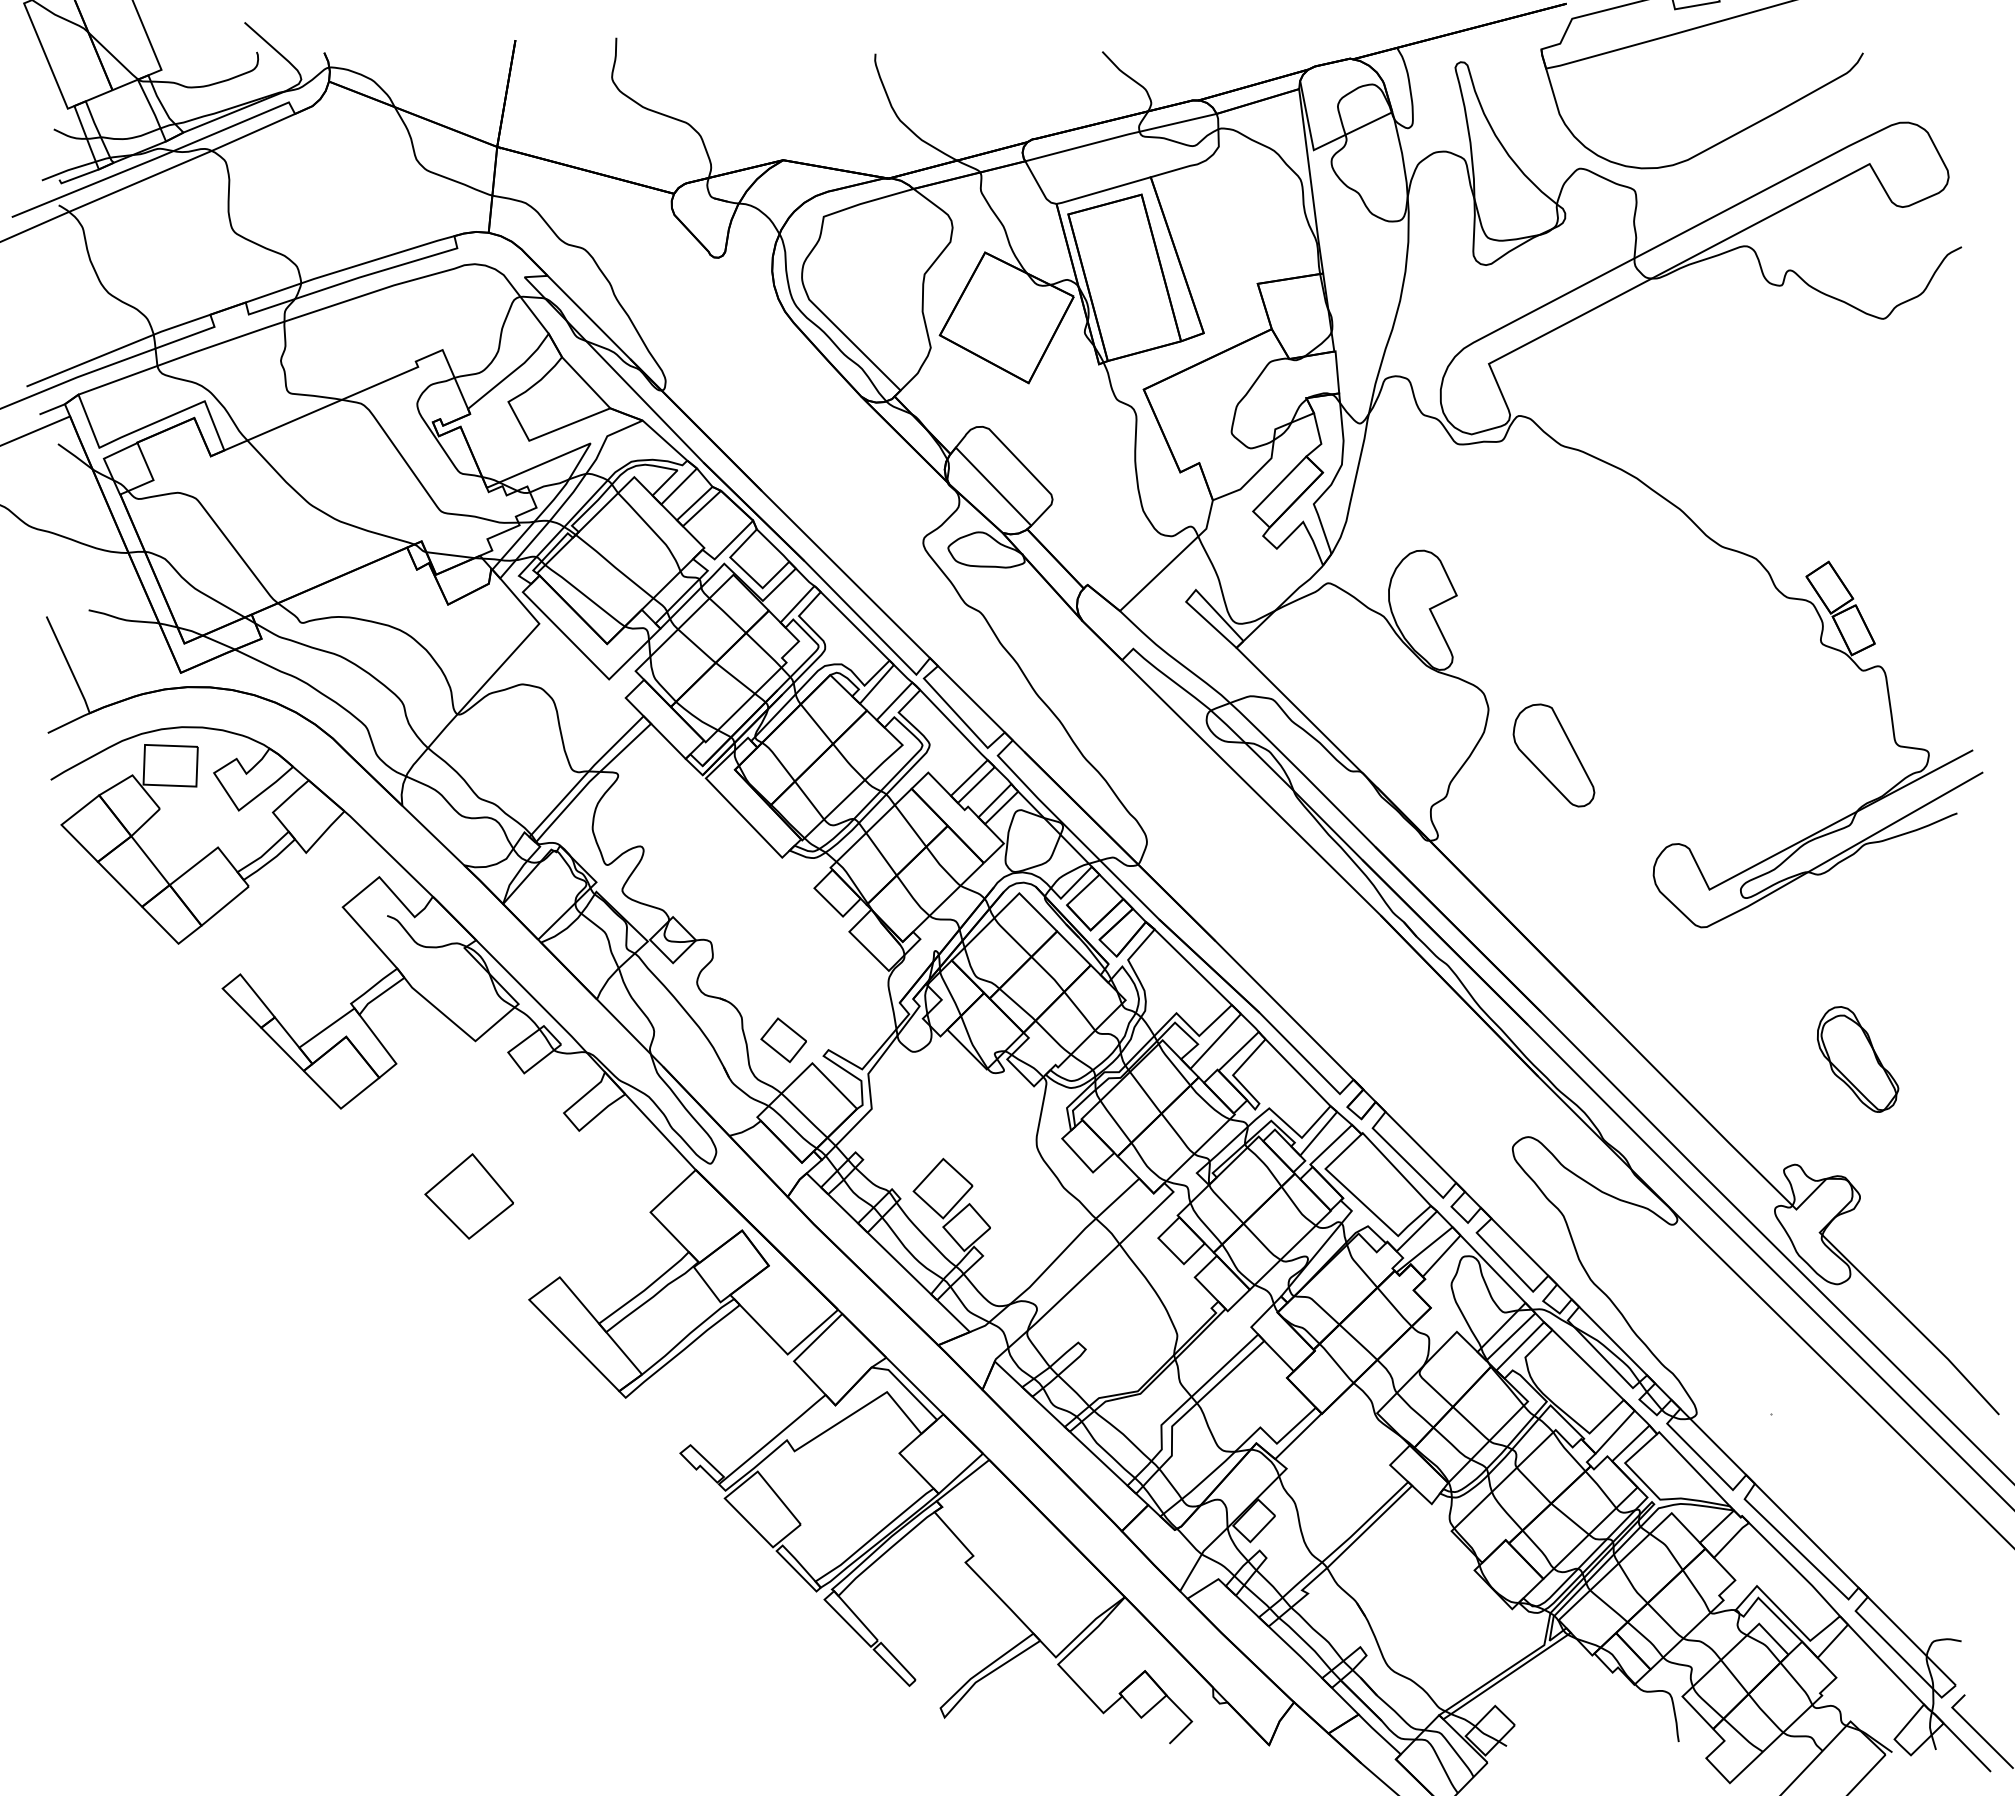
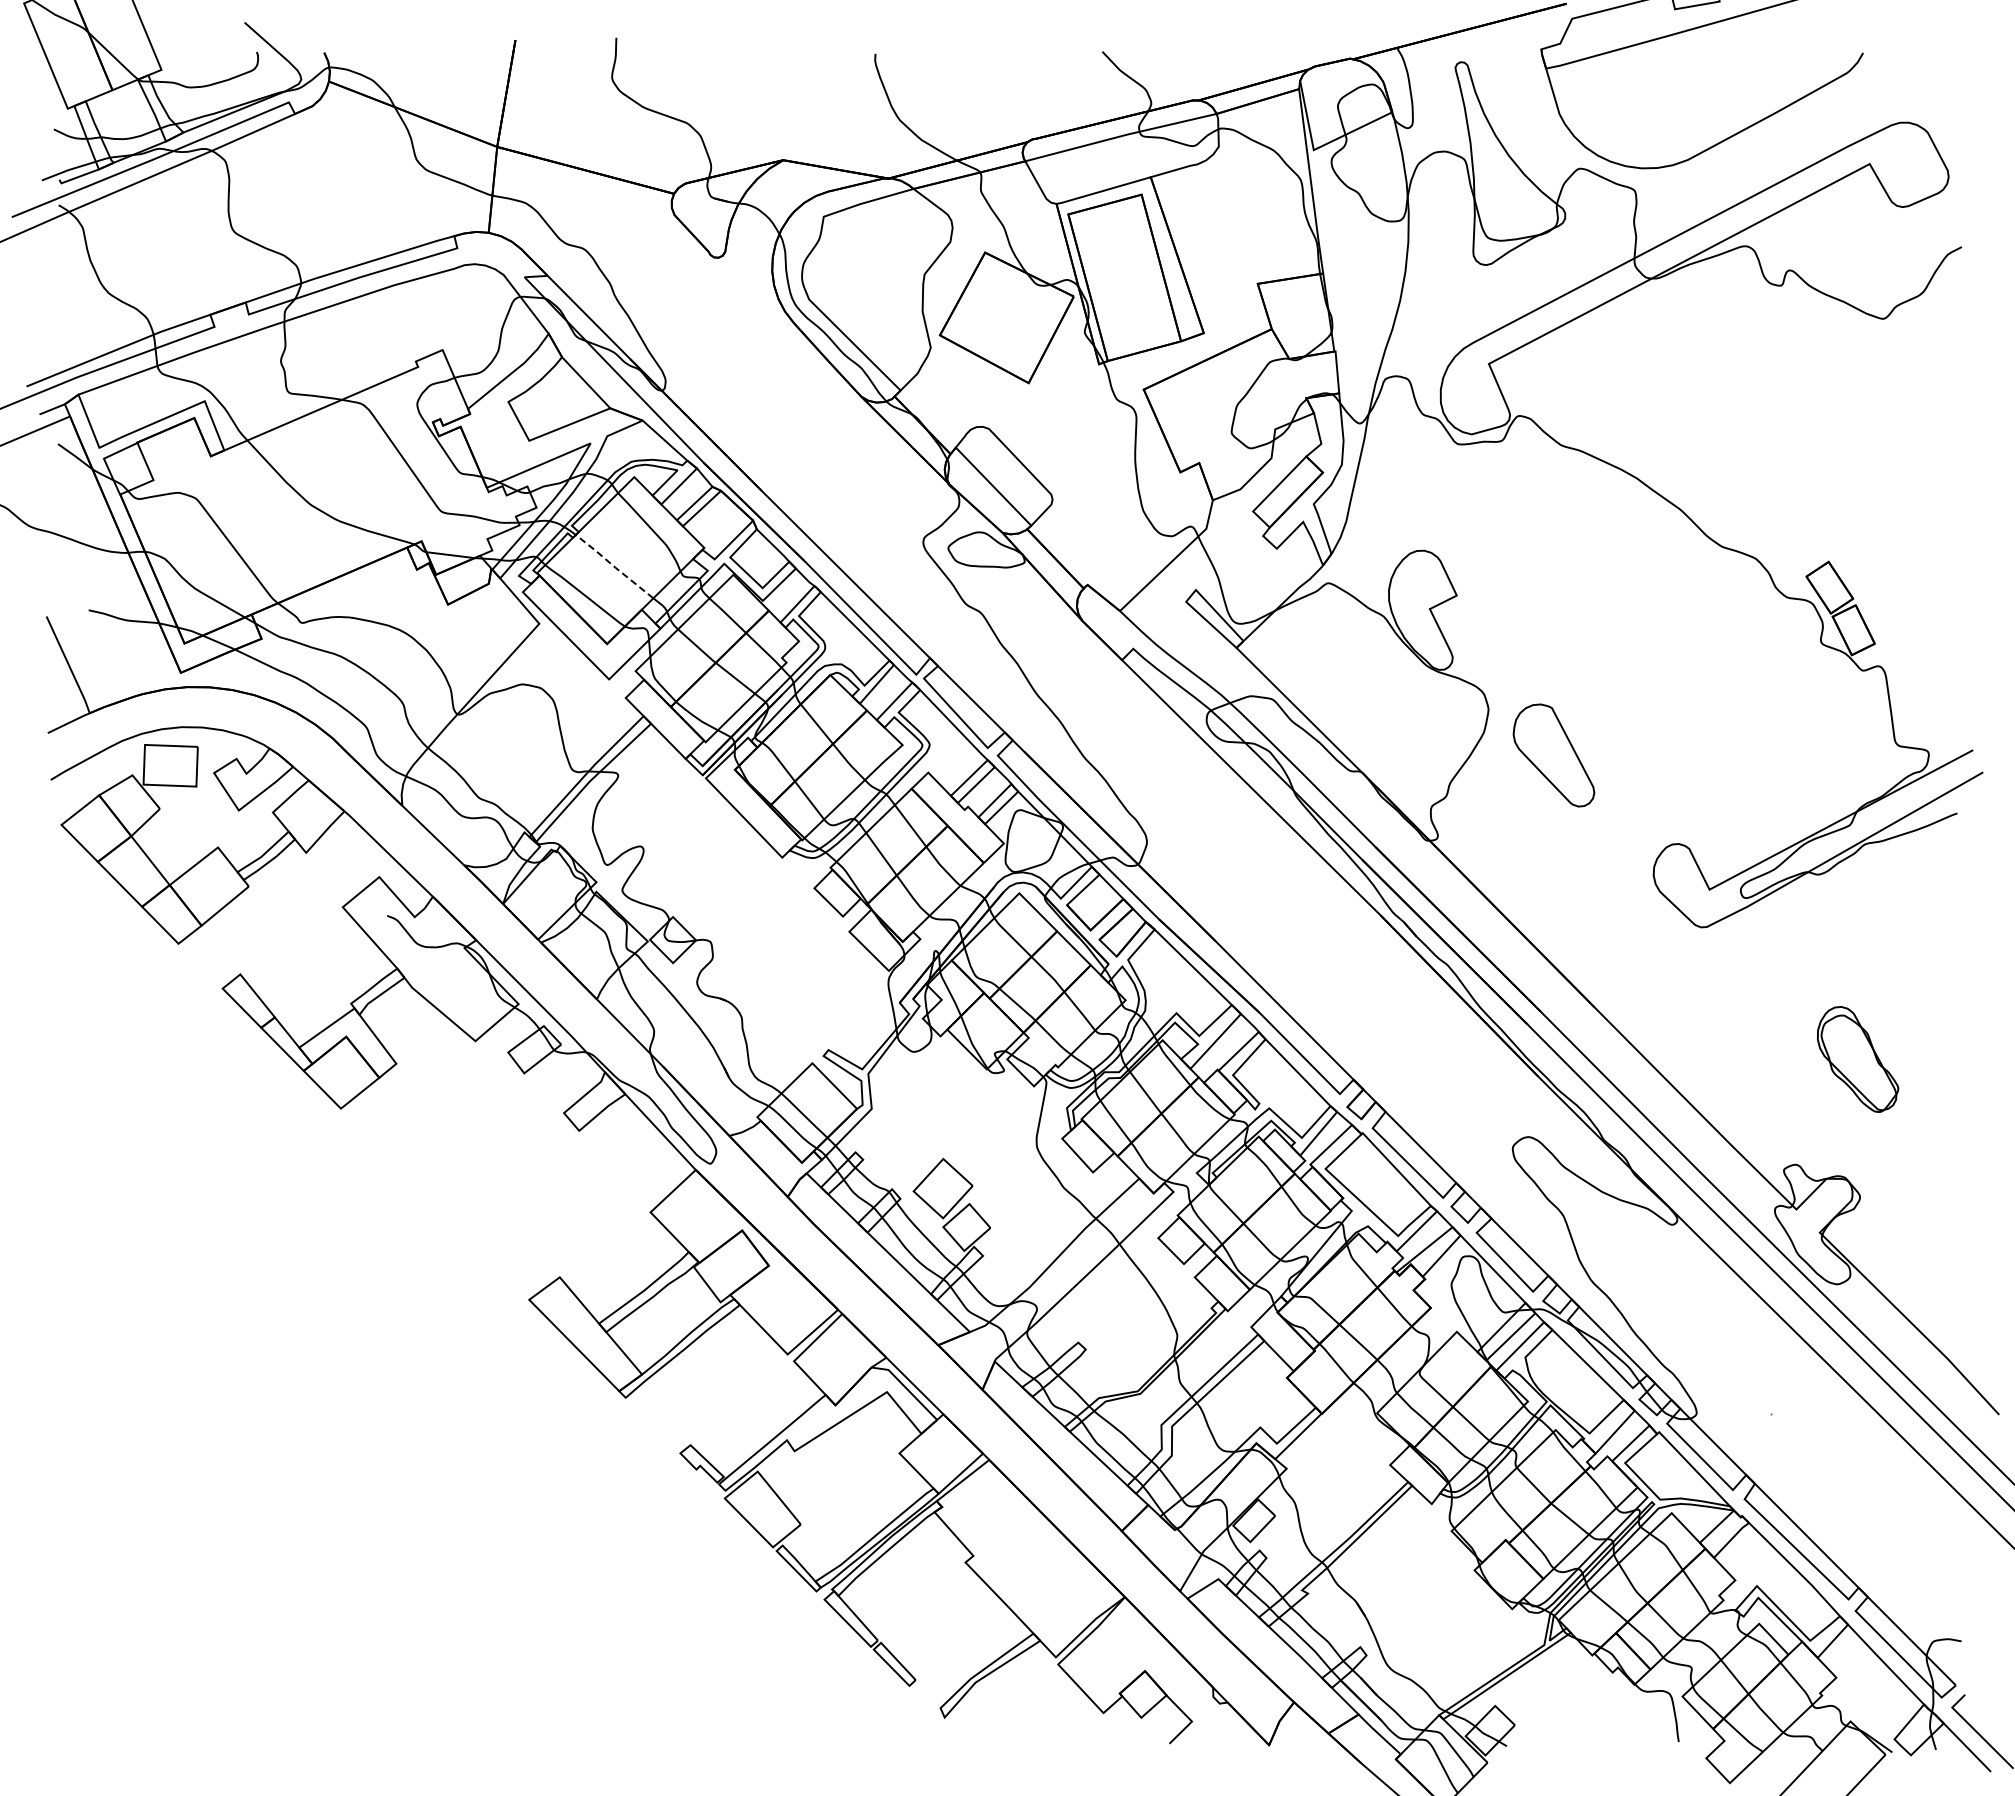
line at (614, 566): solid -> dashed
part at (783, 1039): present -> none
part at (468, 1196): present -> none
